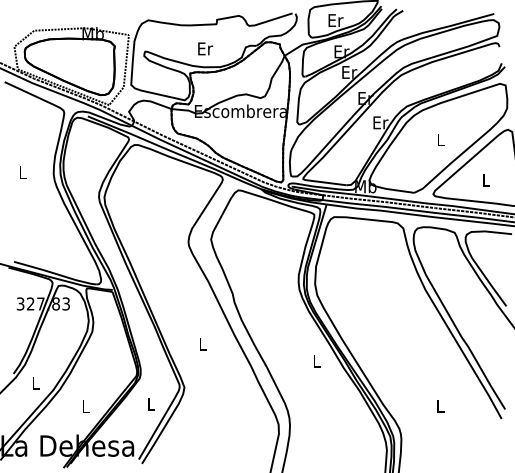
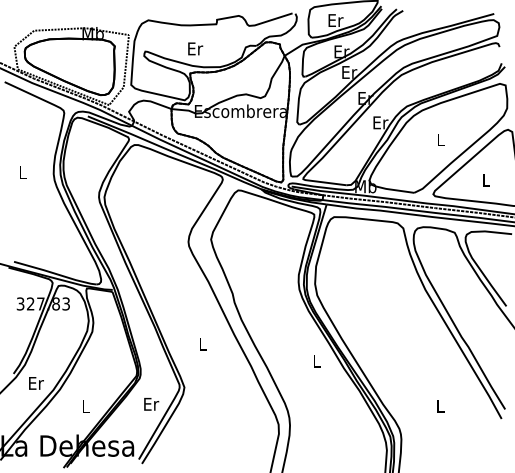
text at (205, 48) position: (205, 48) -> (195, 48)
text at (36, 383): L -> Er
text at (151, 403): L -> Er
